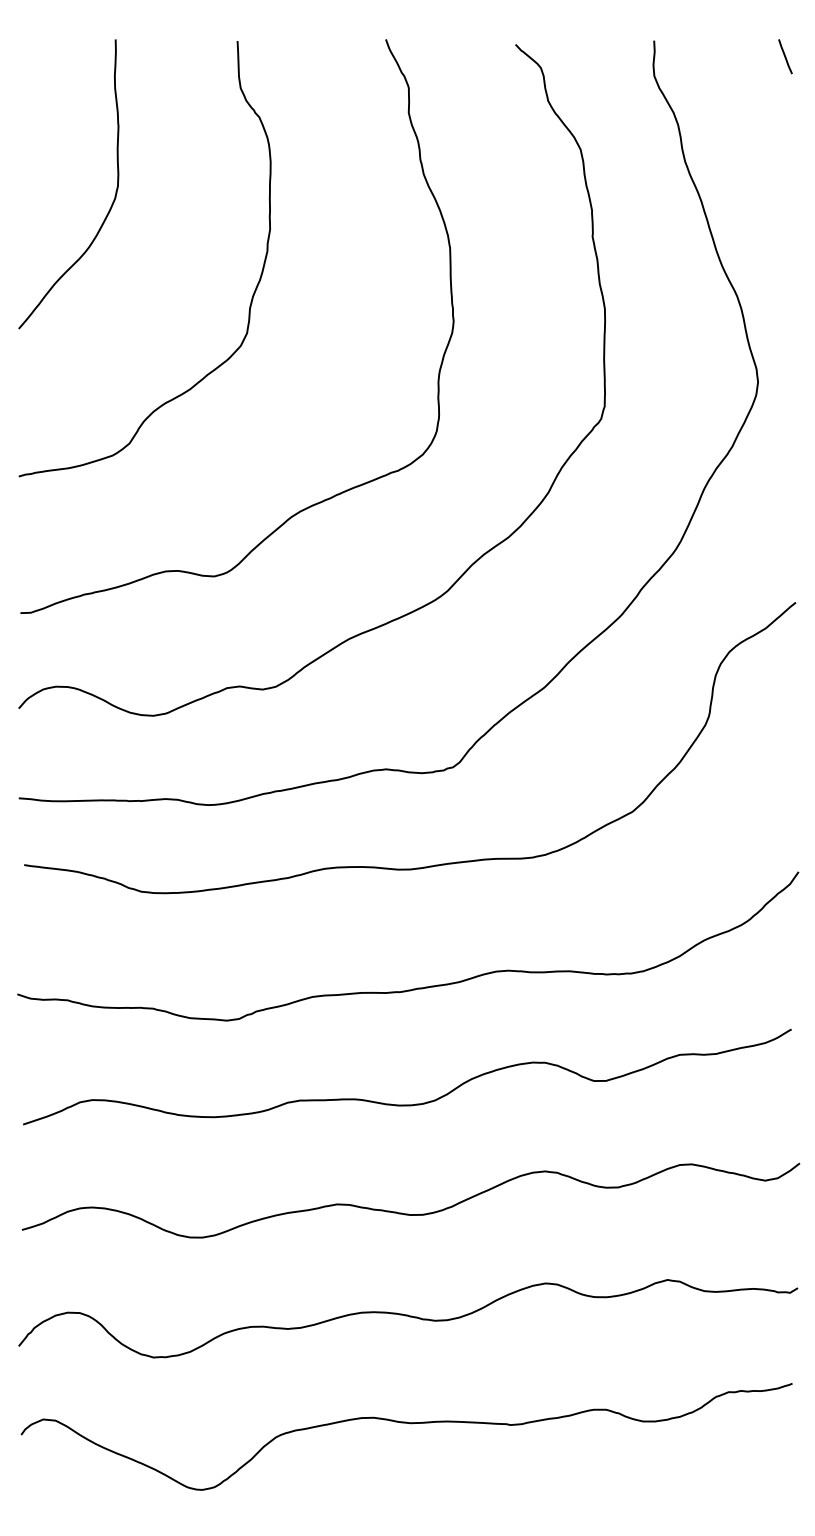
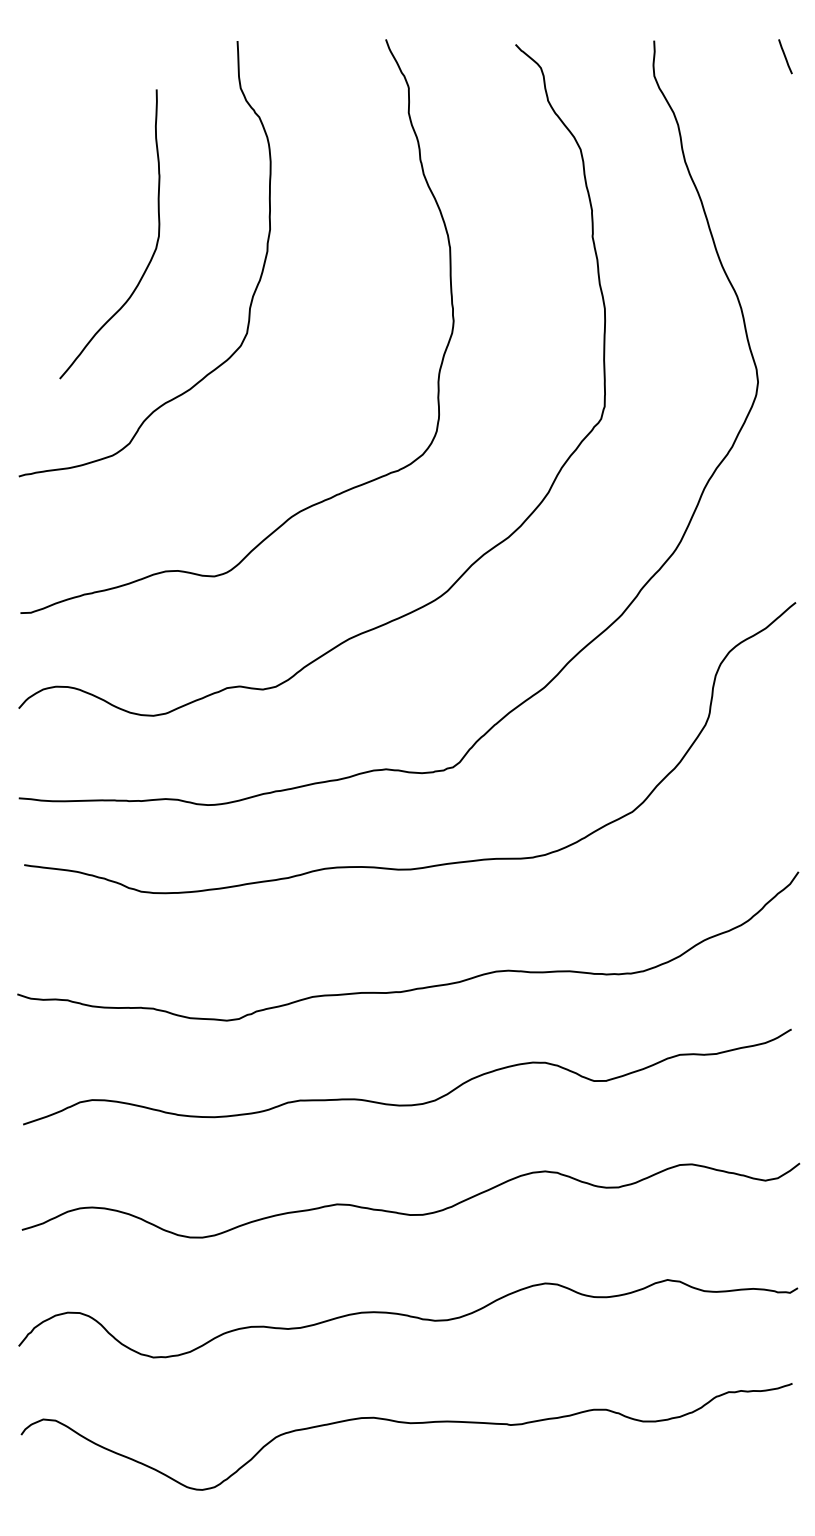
curve at (112, 201) position: (112, 201) -> (153, 251)
